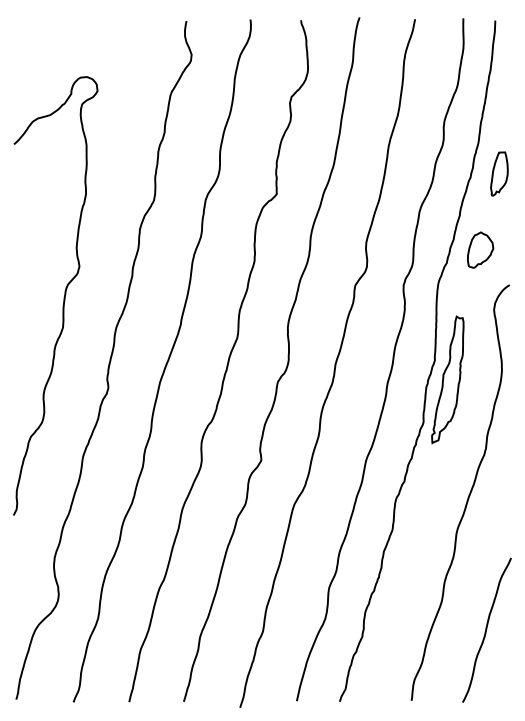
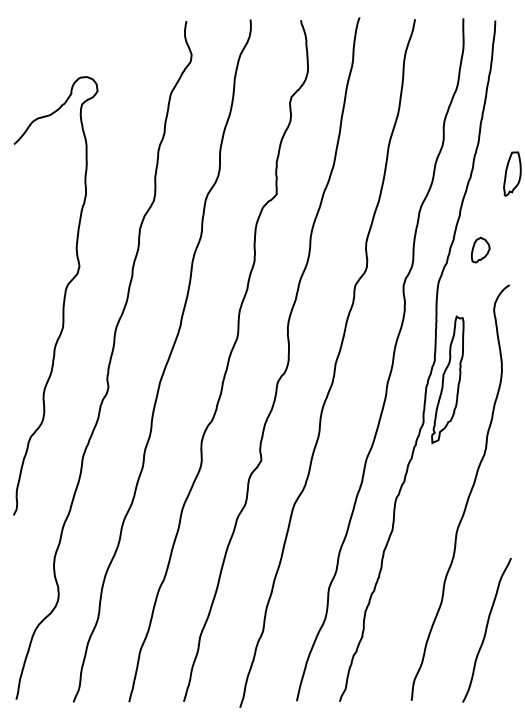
part at (499, 173) position: (499, 173) -> (512, 173)
part at (480, 249) size: 28x38 px -> 20x28 px
